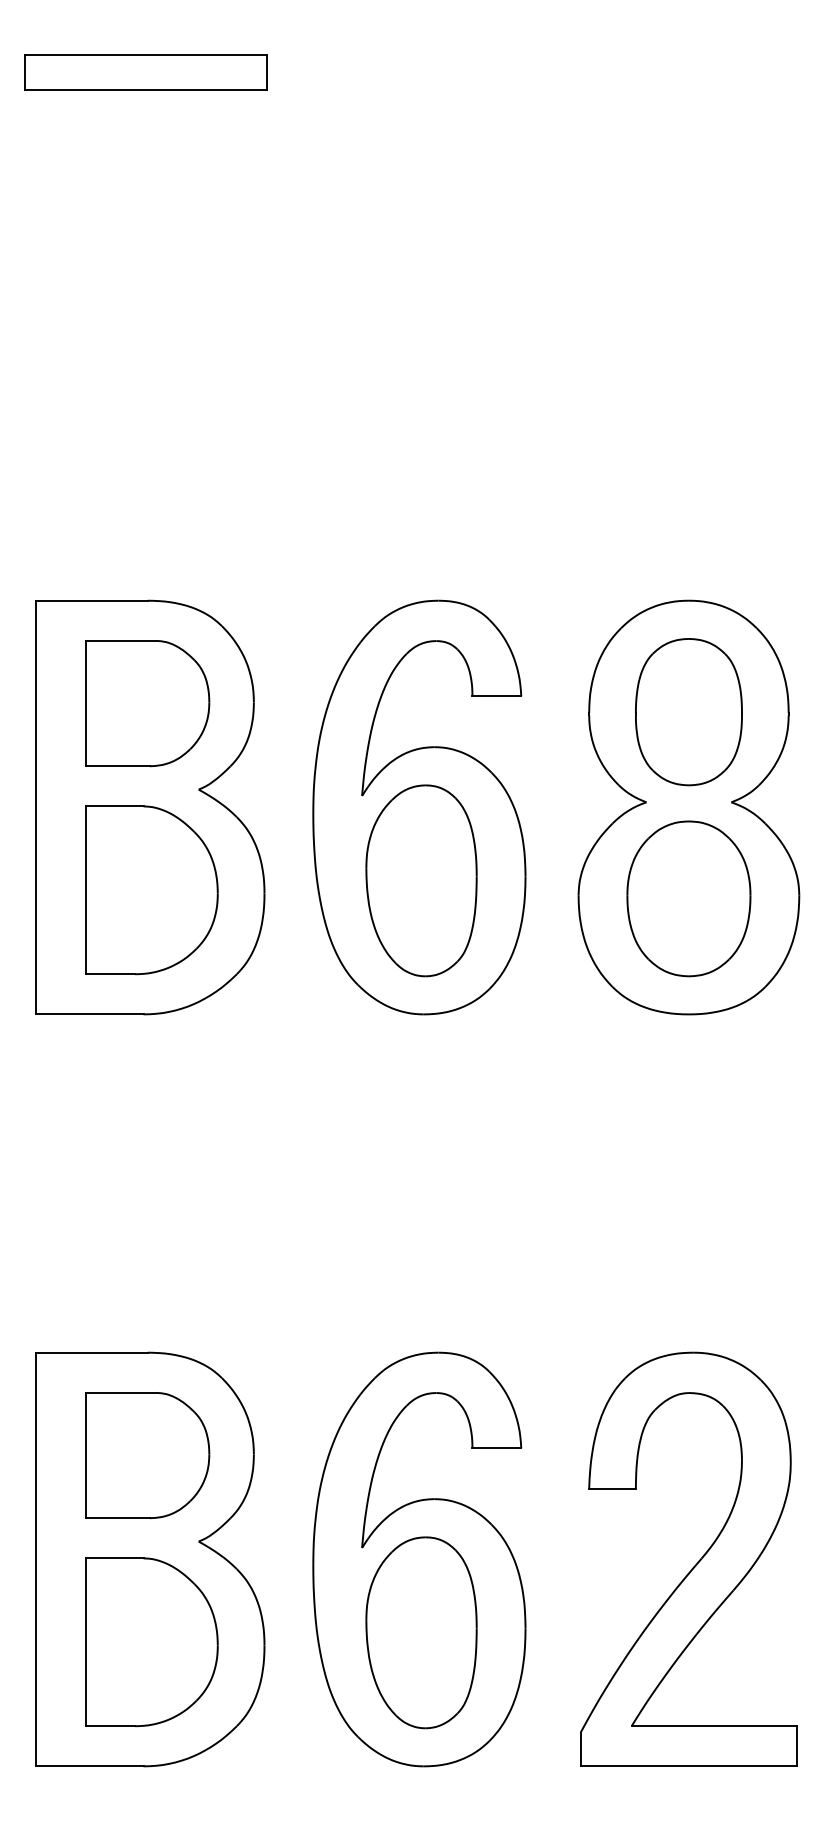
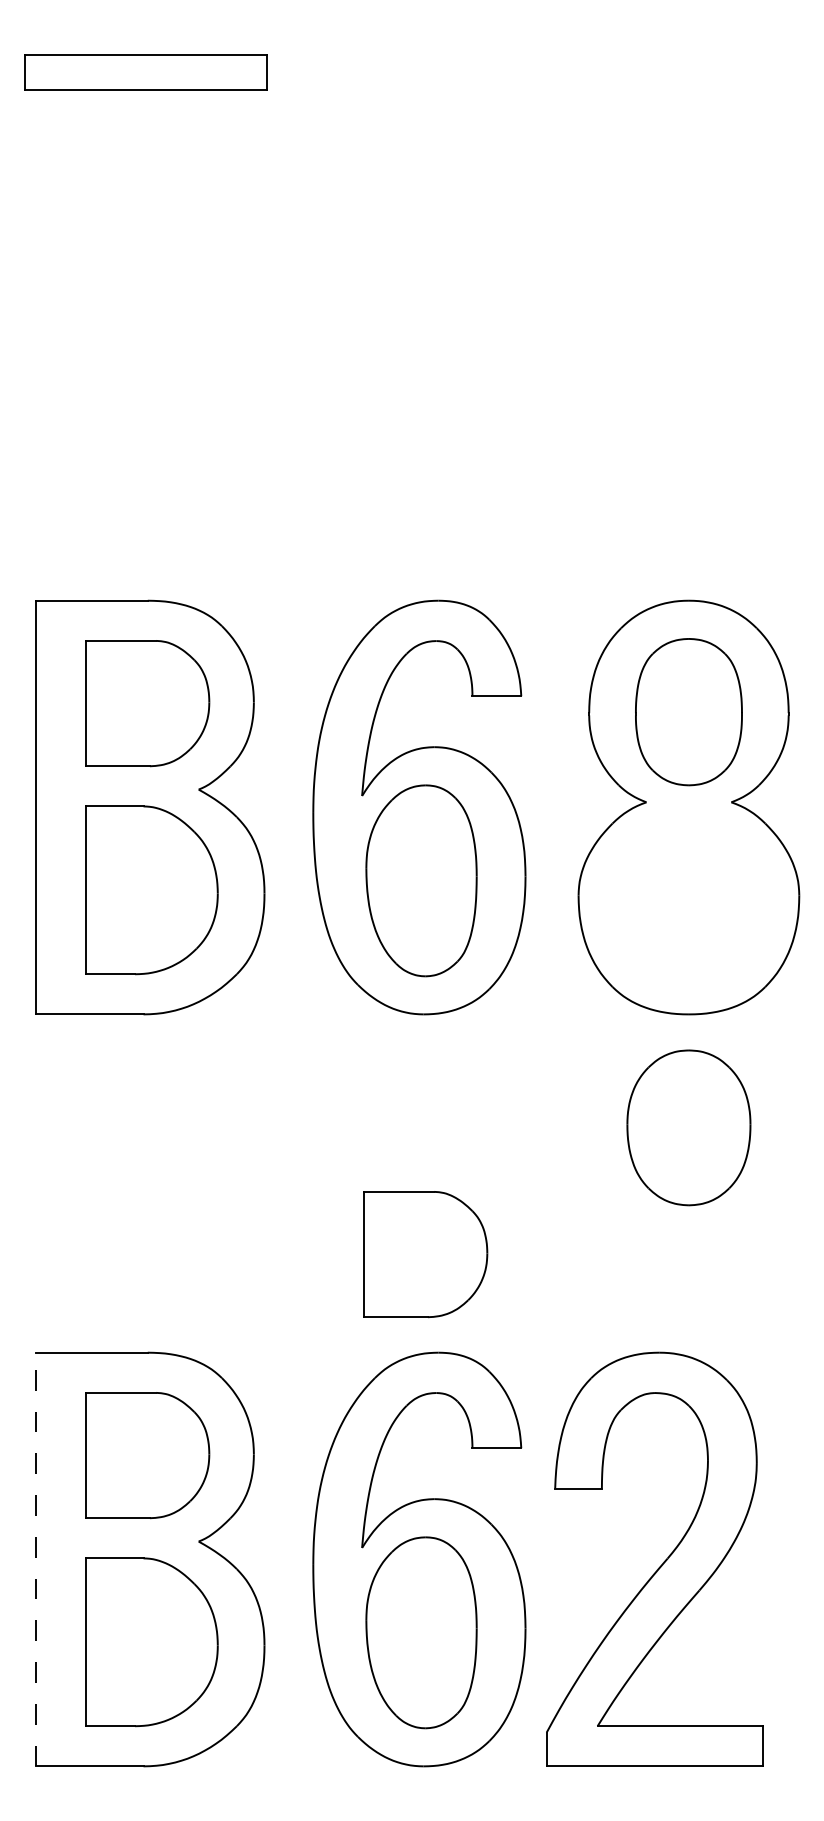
part at (688, 898) position: (688, 898) -> (688, 1127)
part at (425, 1254): none -> present
line at (36, 1559): solid -> dashed
part at (695, 1564) position: (695, 1564) -> (661, 1564)
